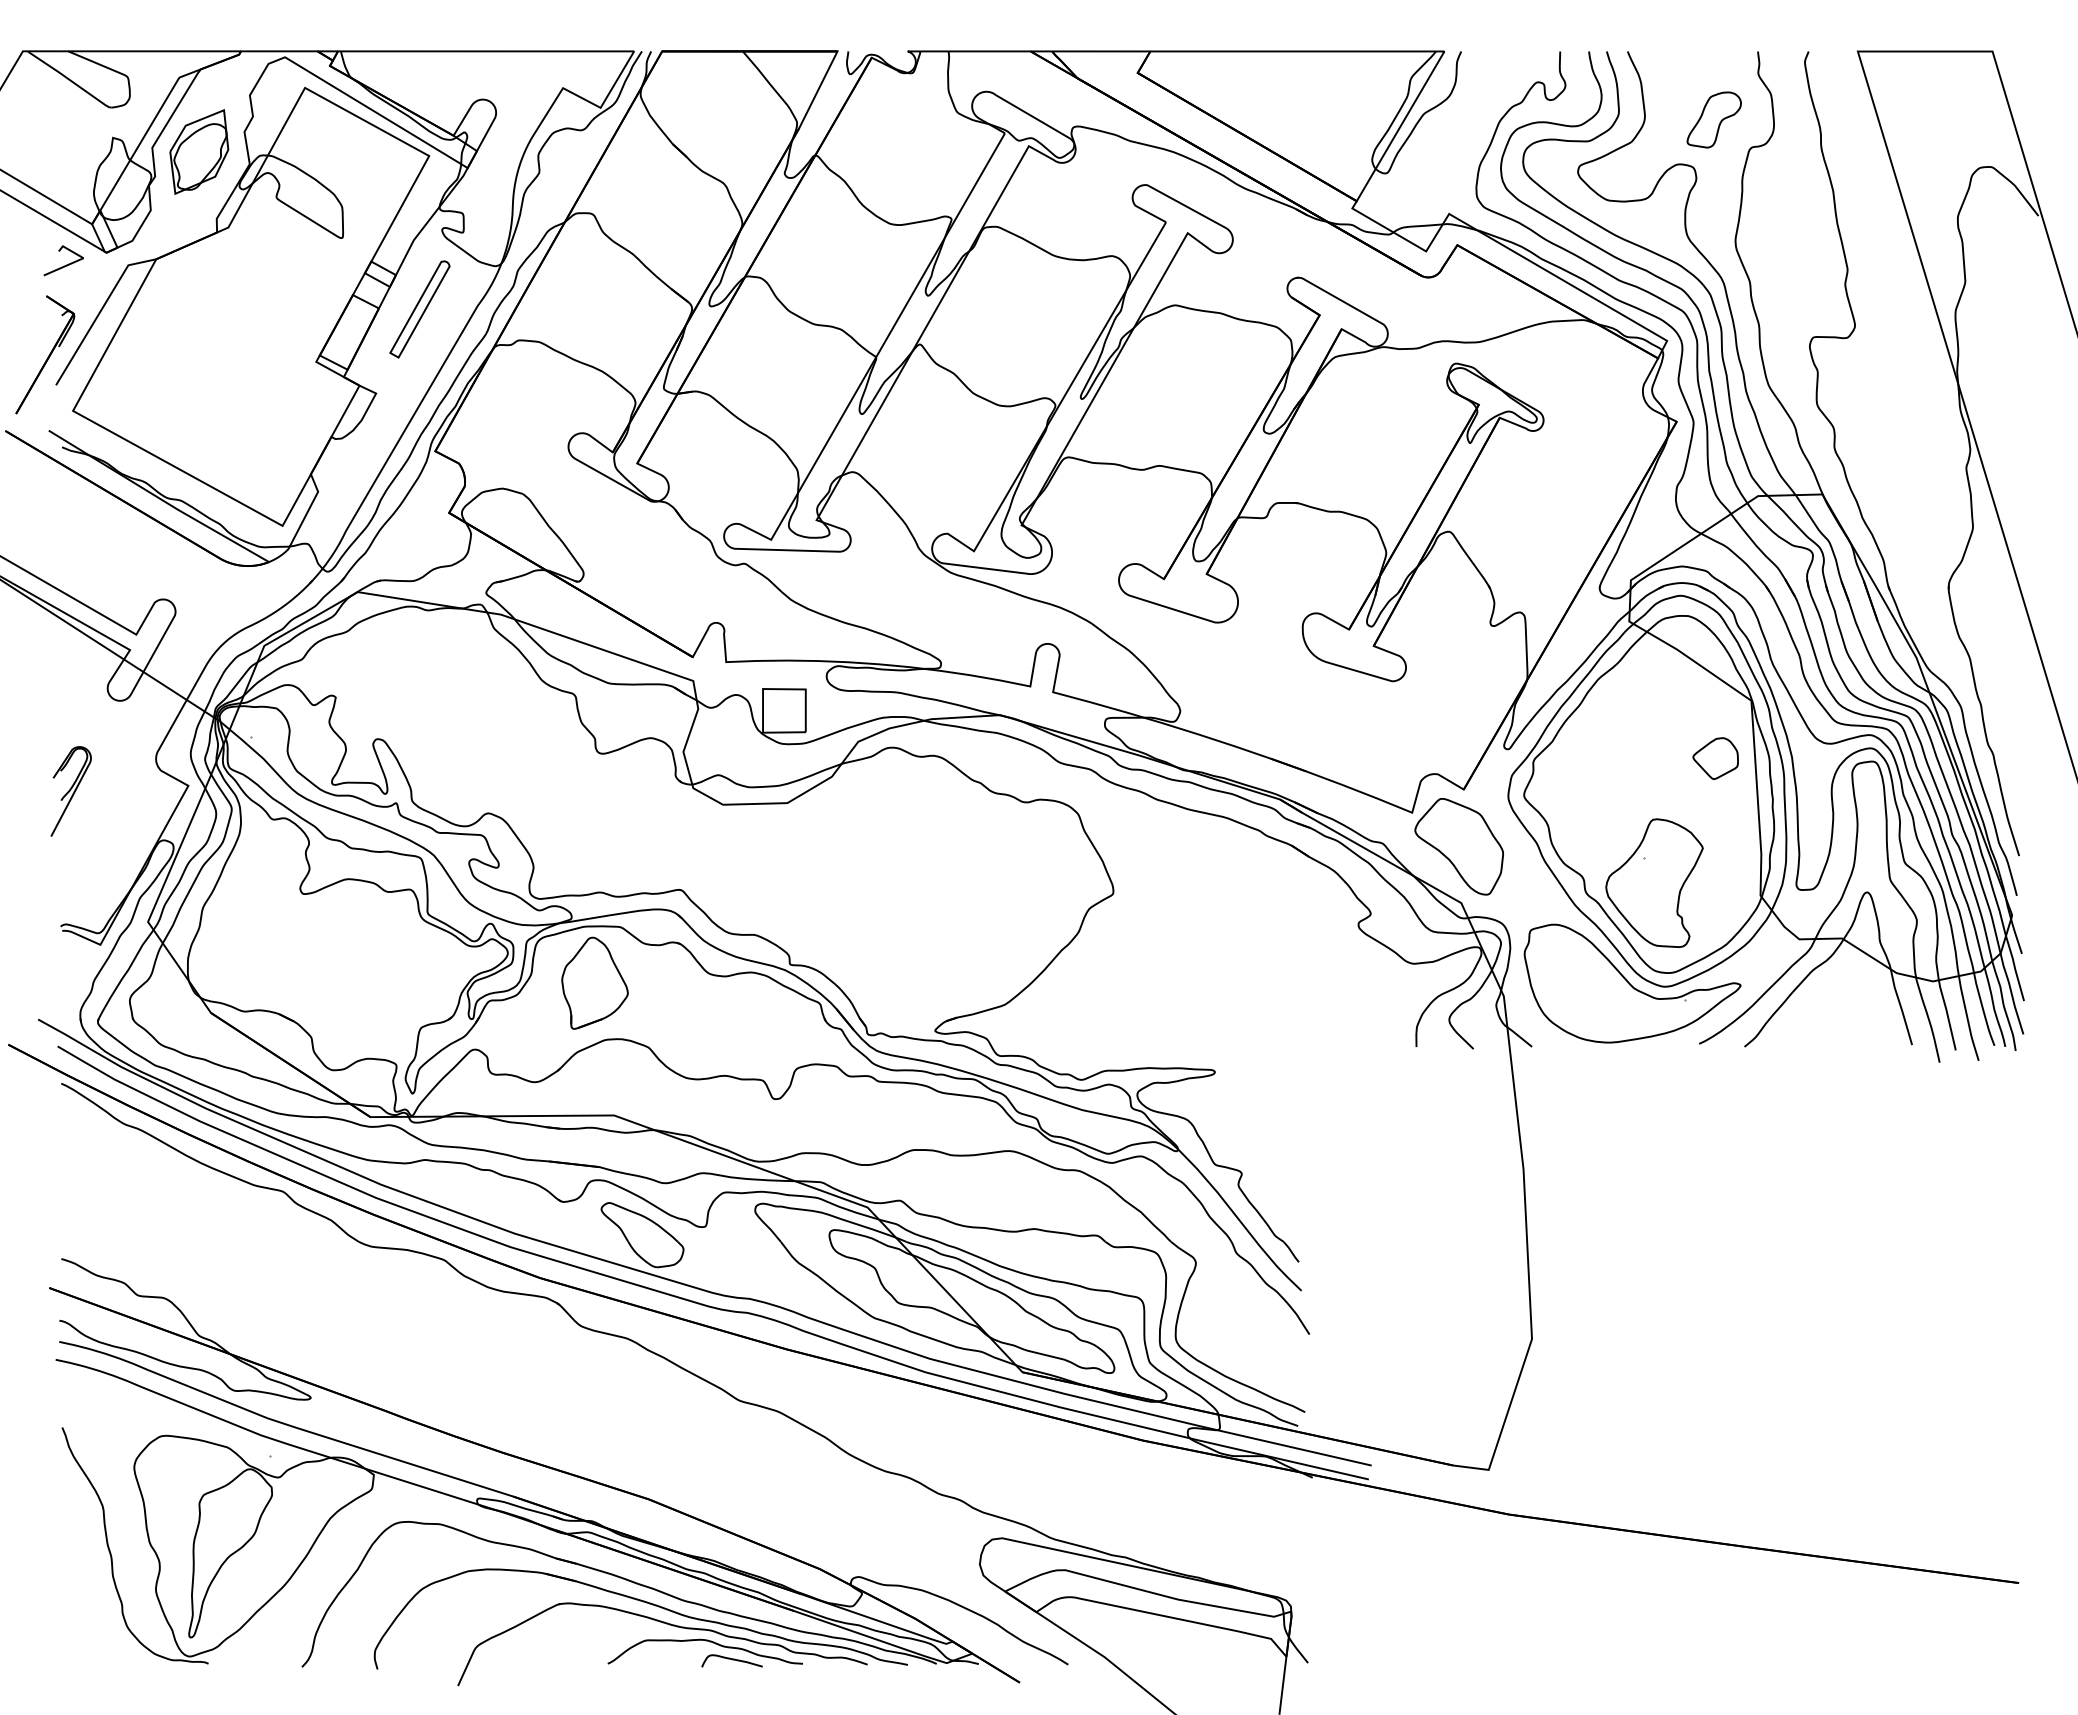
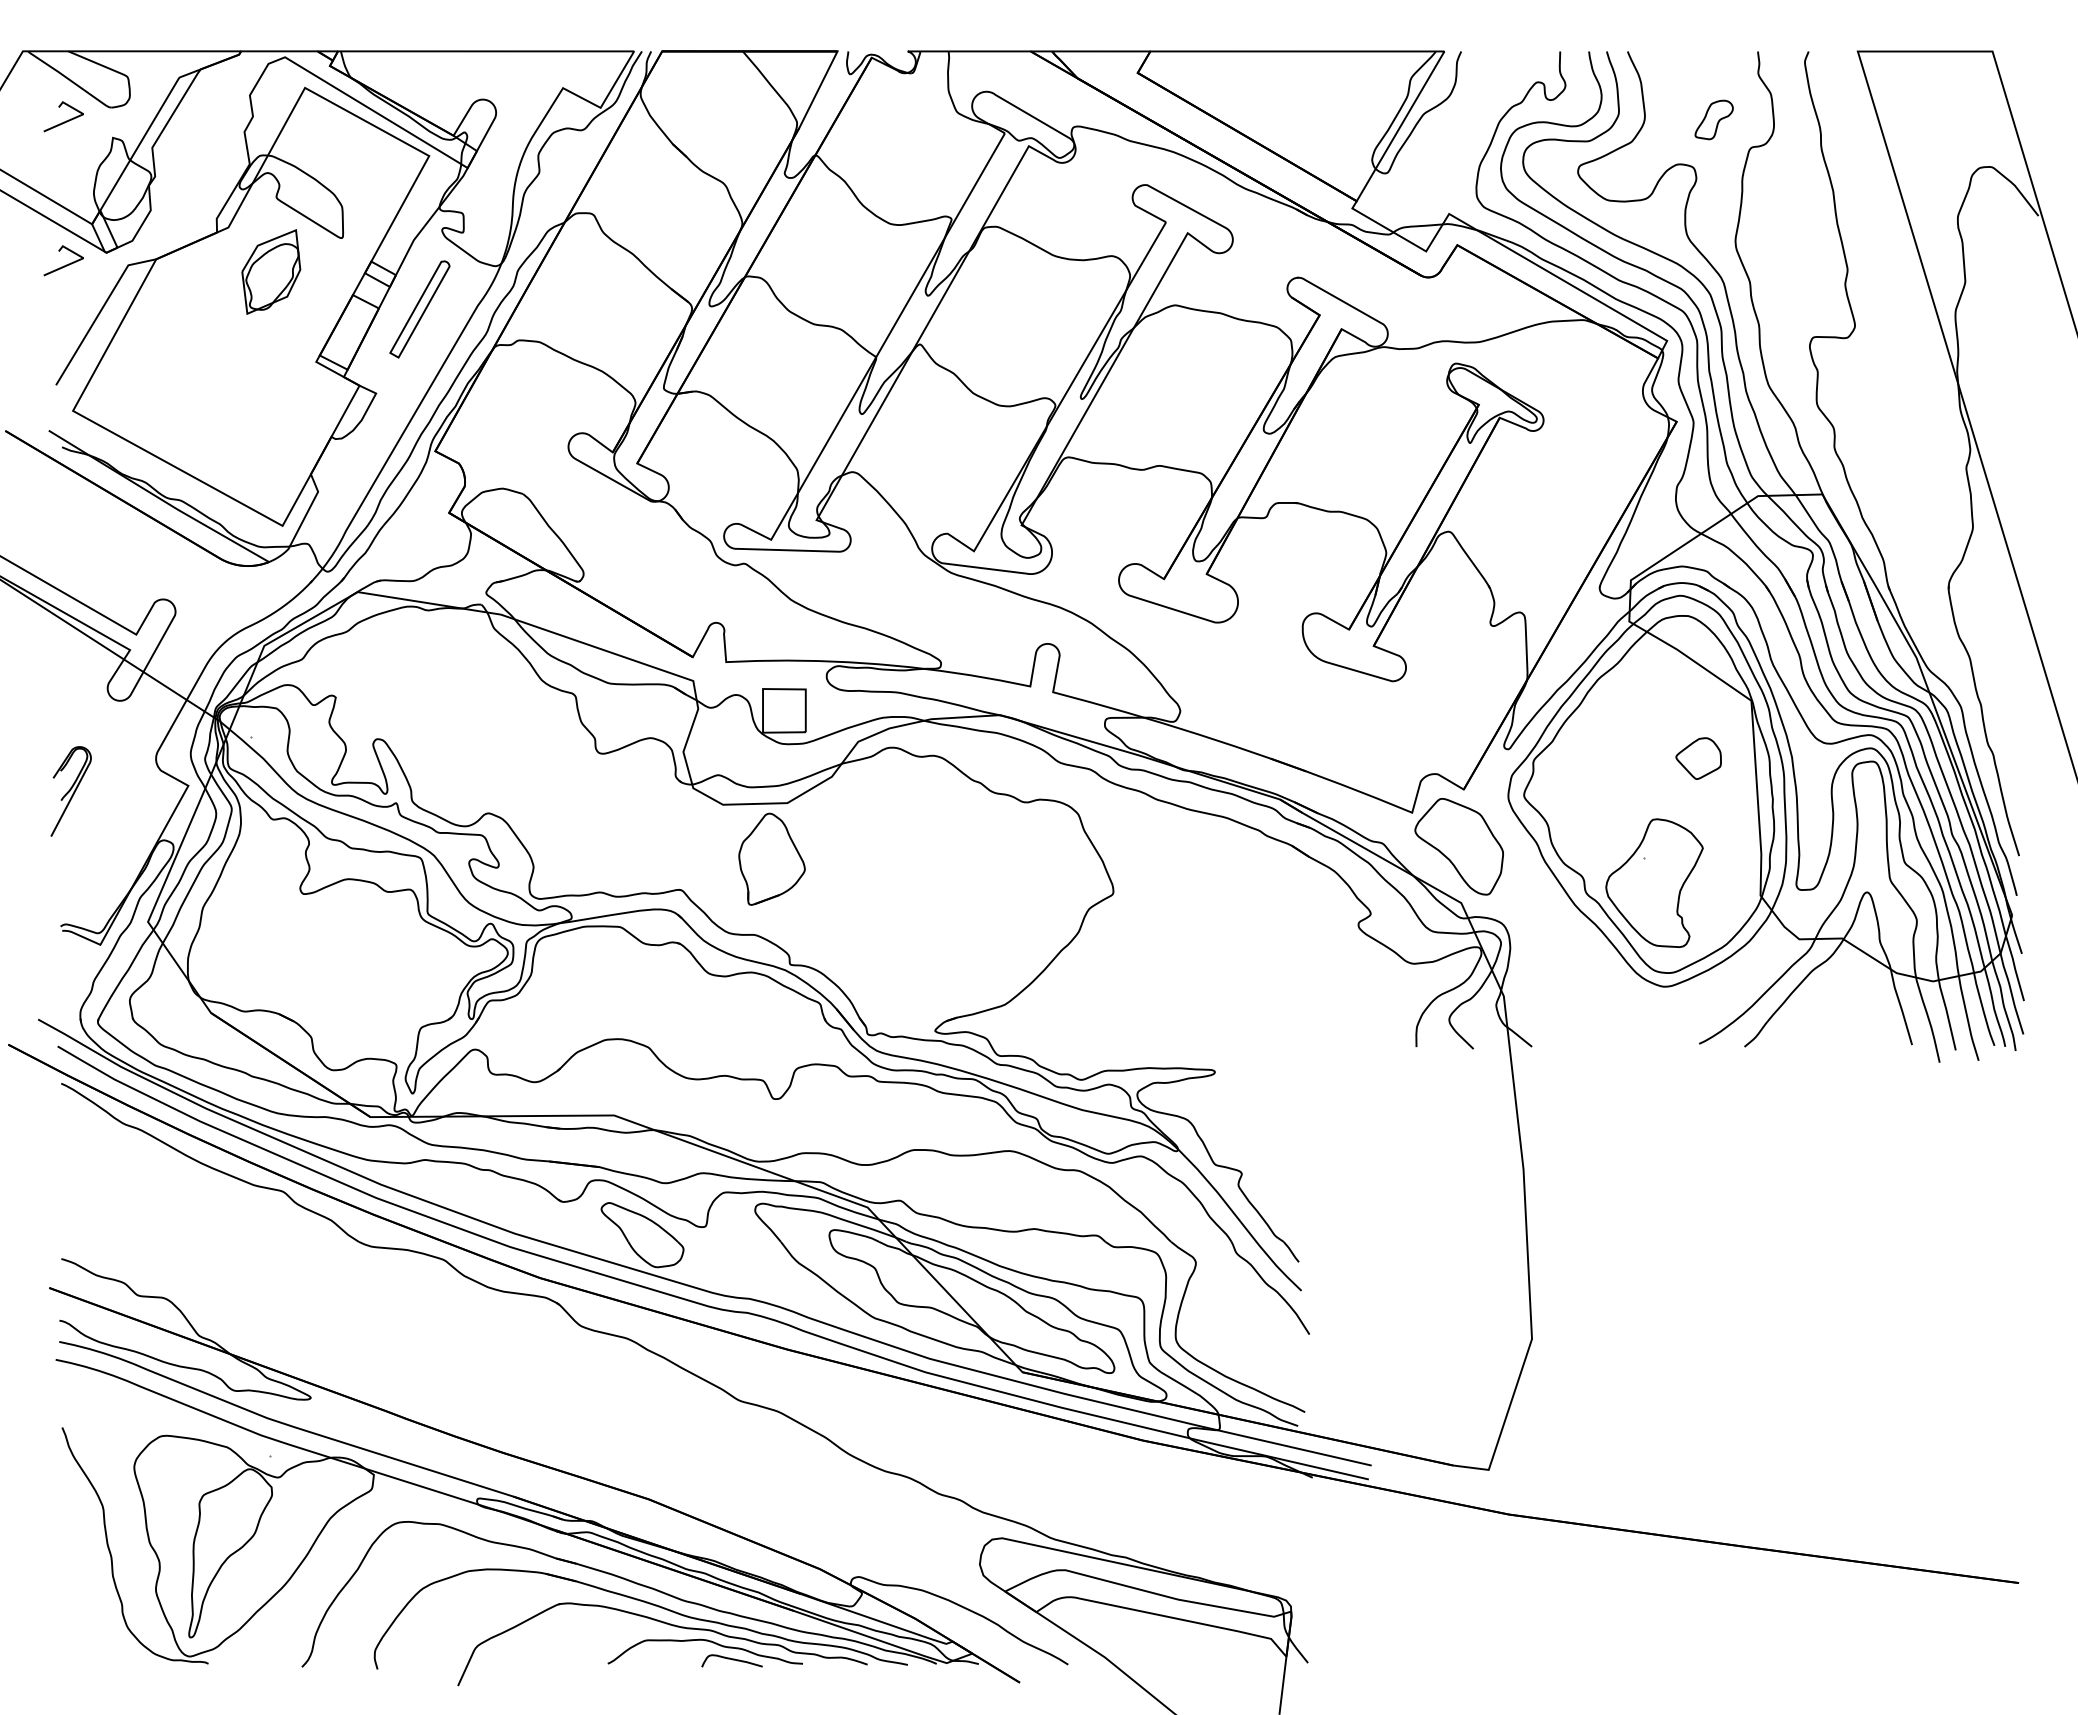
part at (1713, 119) size: 56x58 px -> 40x42 px
line at (66, 120): none -> present
part at (199, 151) position: (199, 151) -> (271, 271)
part at (45, 354): present -> none
part at (1715, 758) position: (1715, 758) -> (1698, 758)
part at (594, 982) position: (594, 982) -> (771, 858)
part at (1632, 983): present -> none
